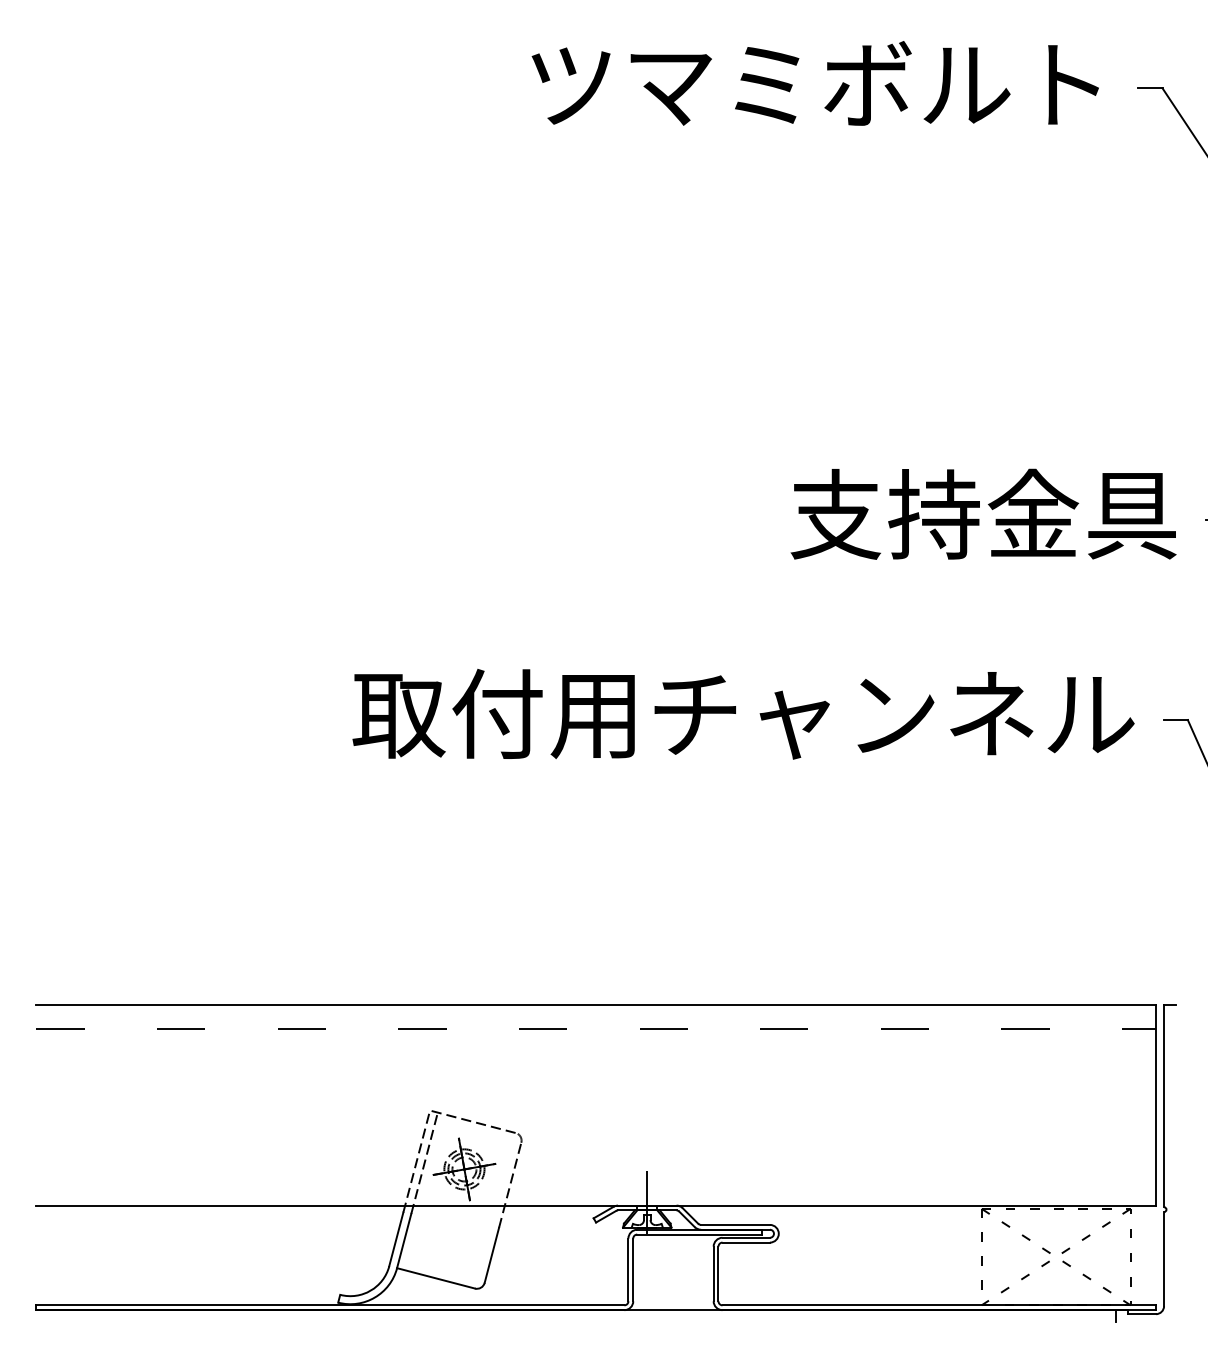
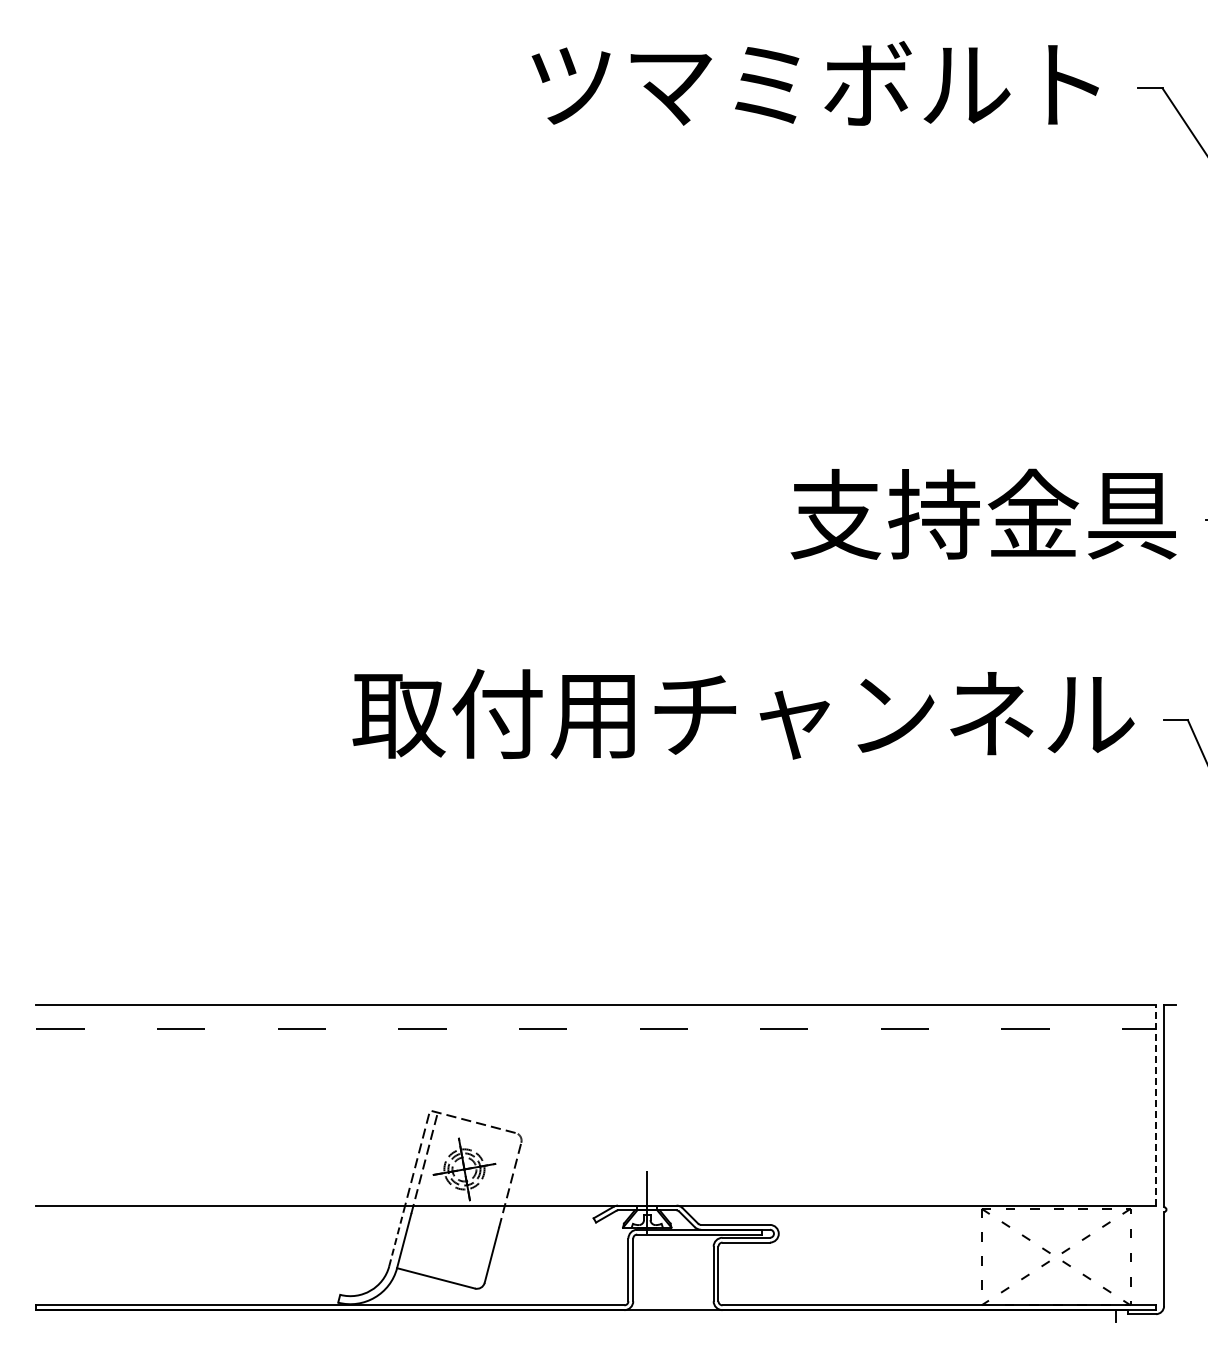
line at (1156, 1105): solid -> dashed
line at (396, 1239): solid -> dashed
